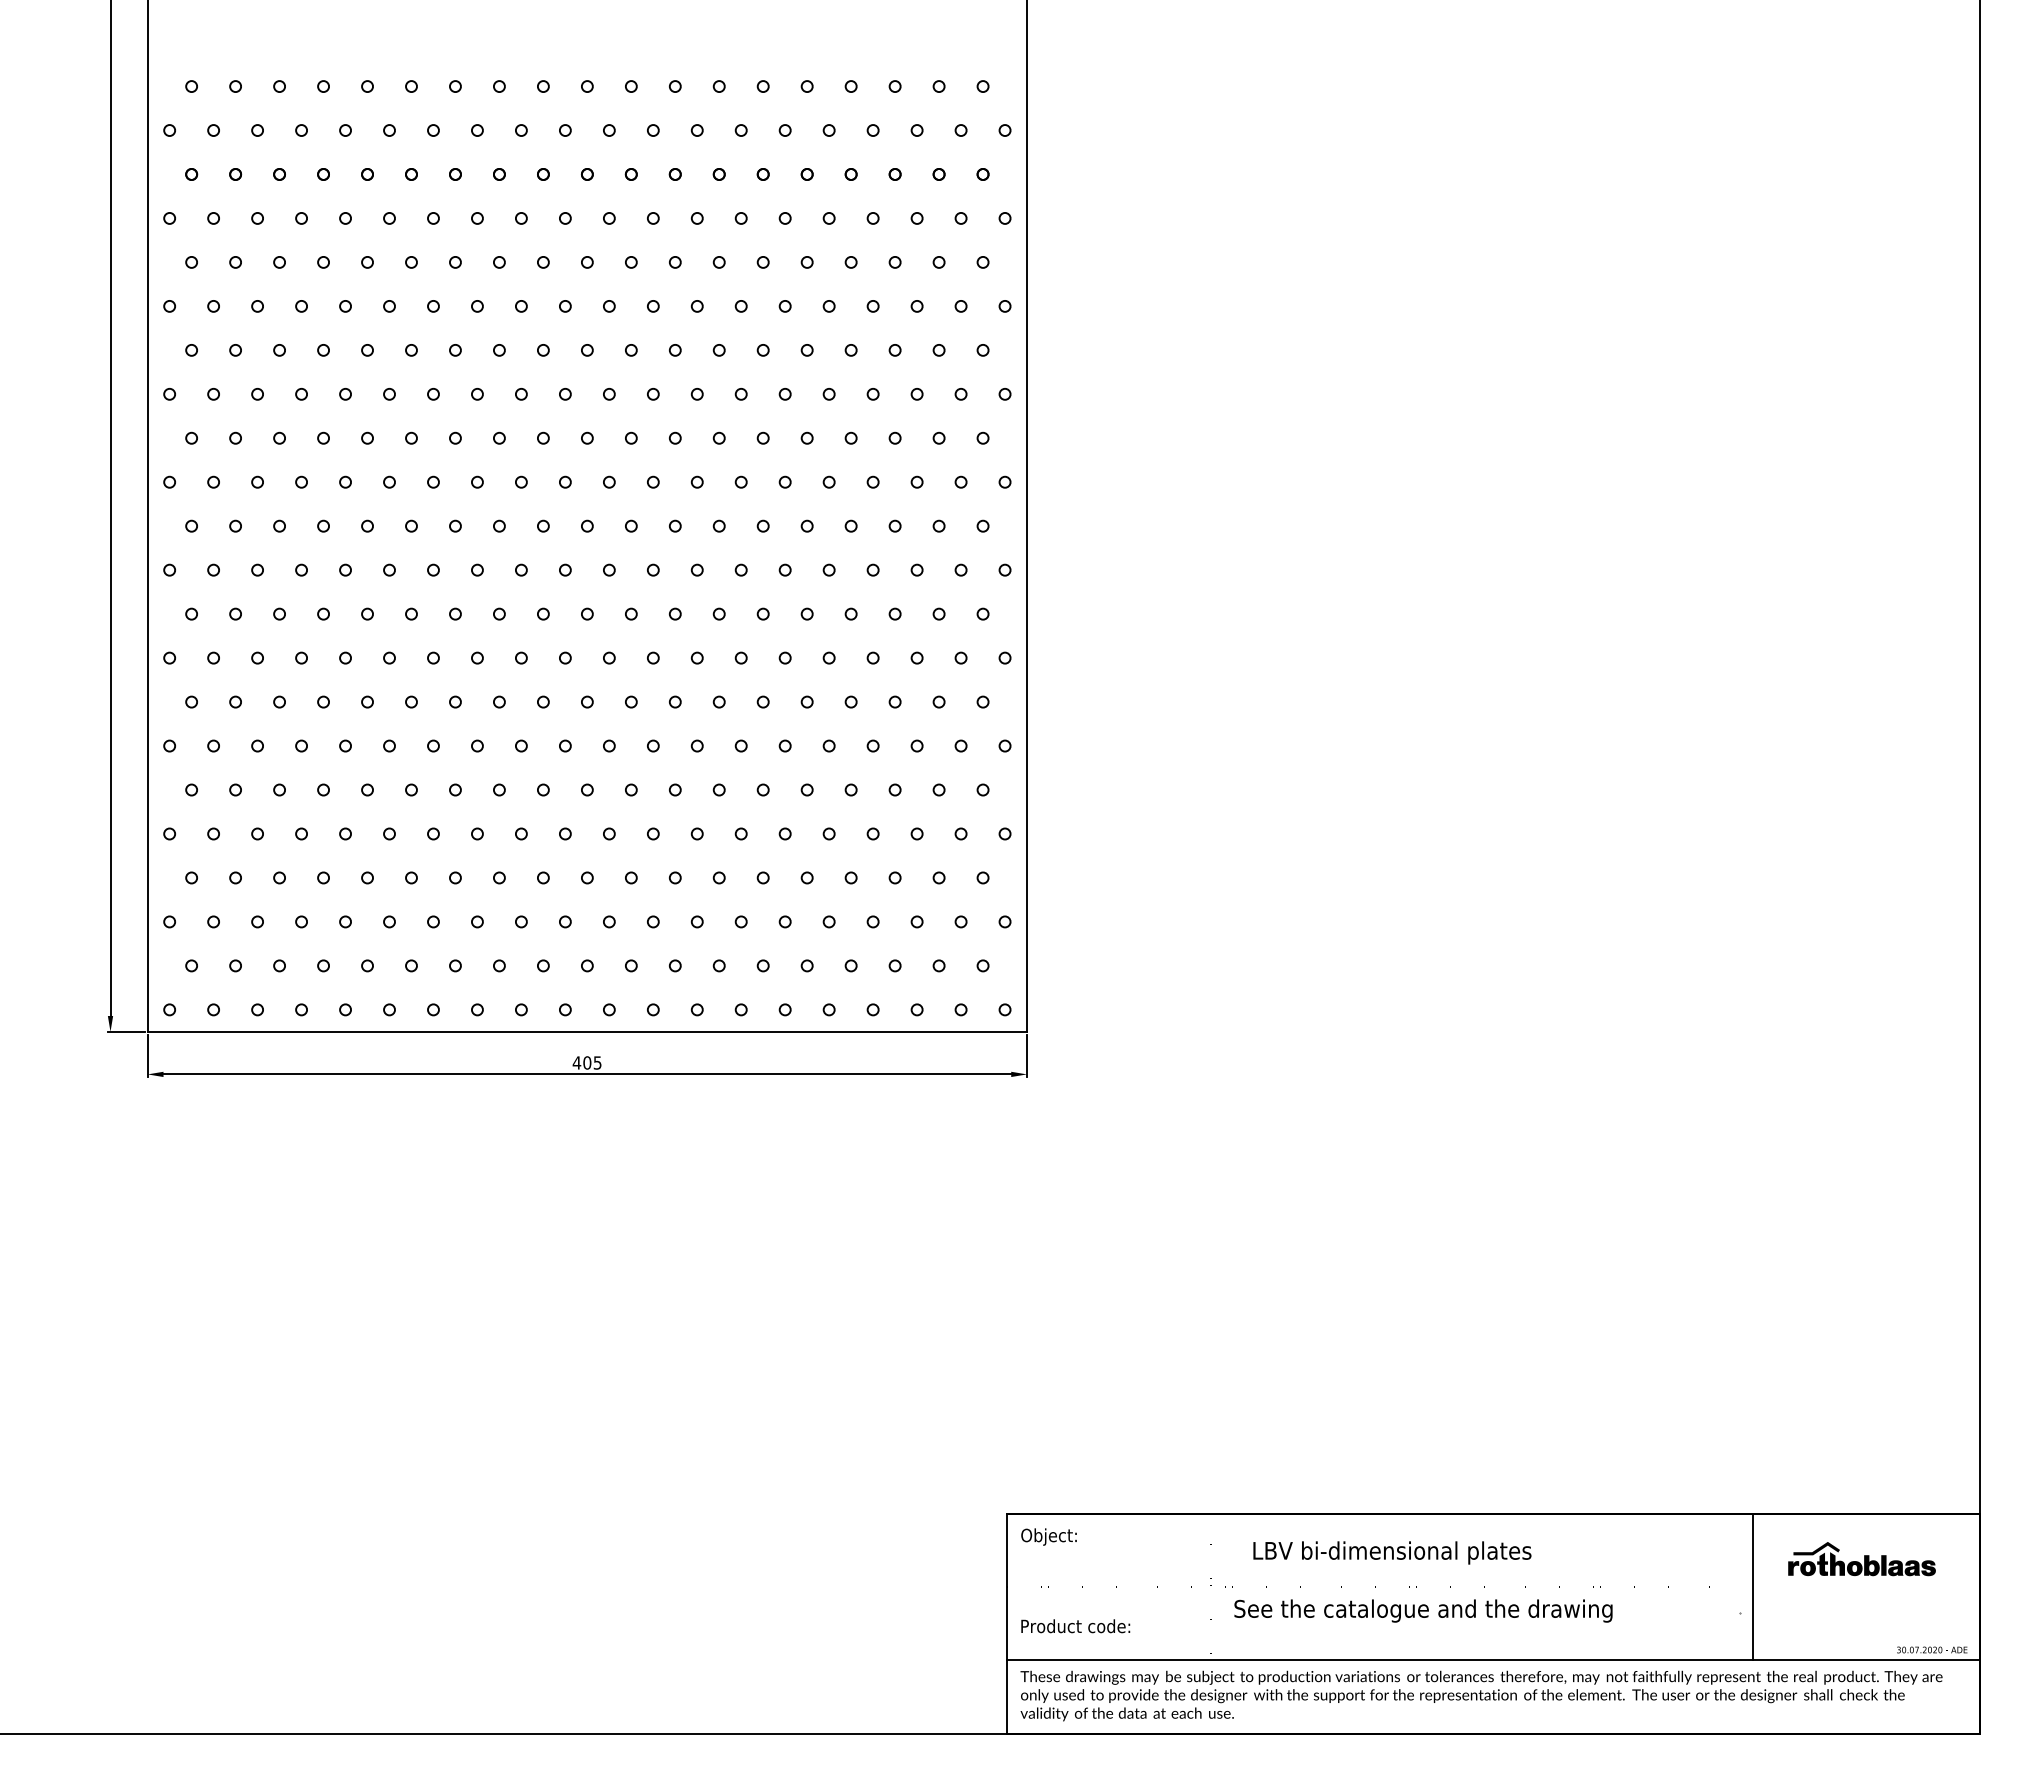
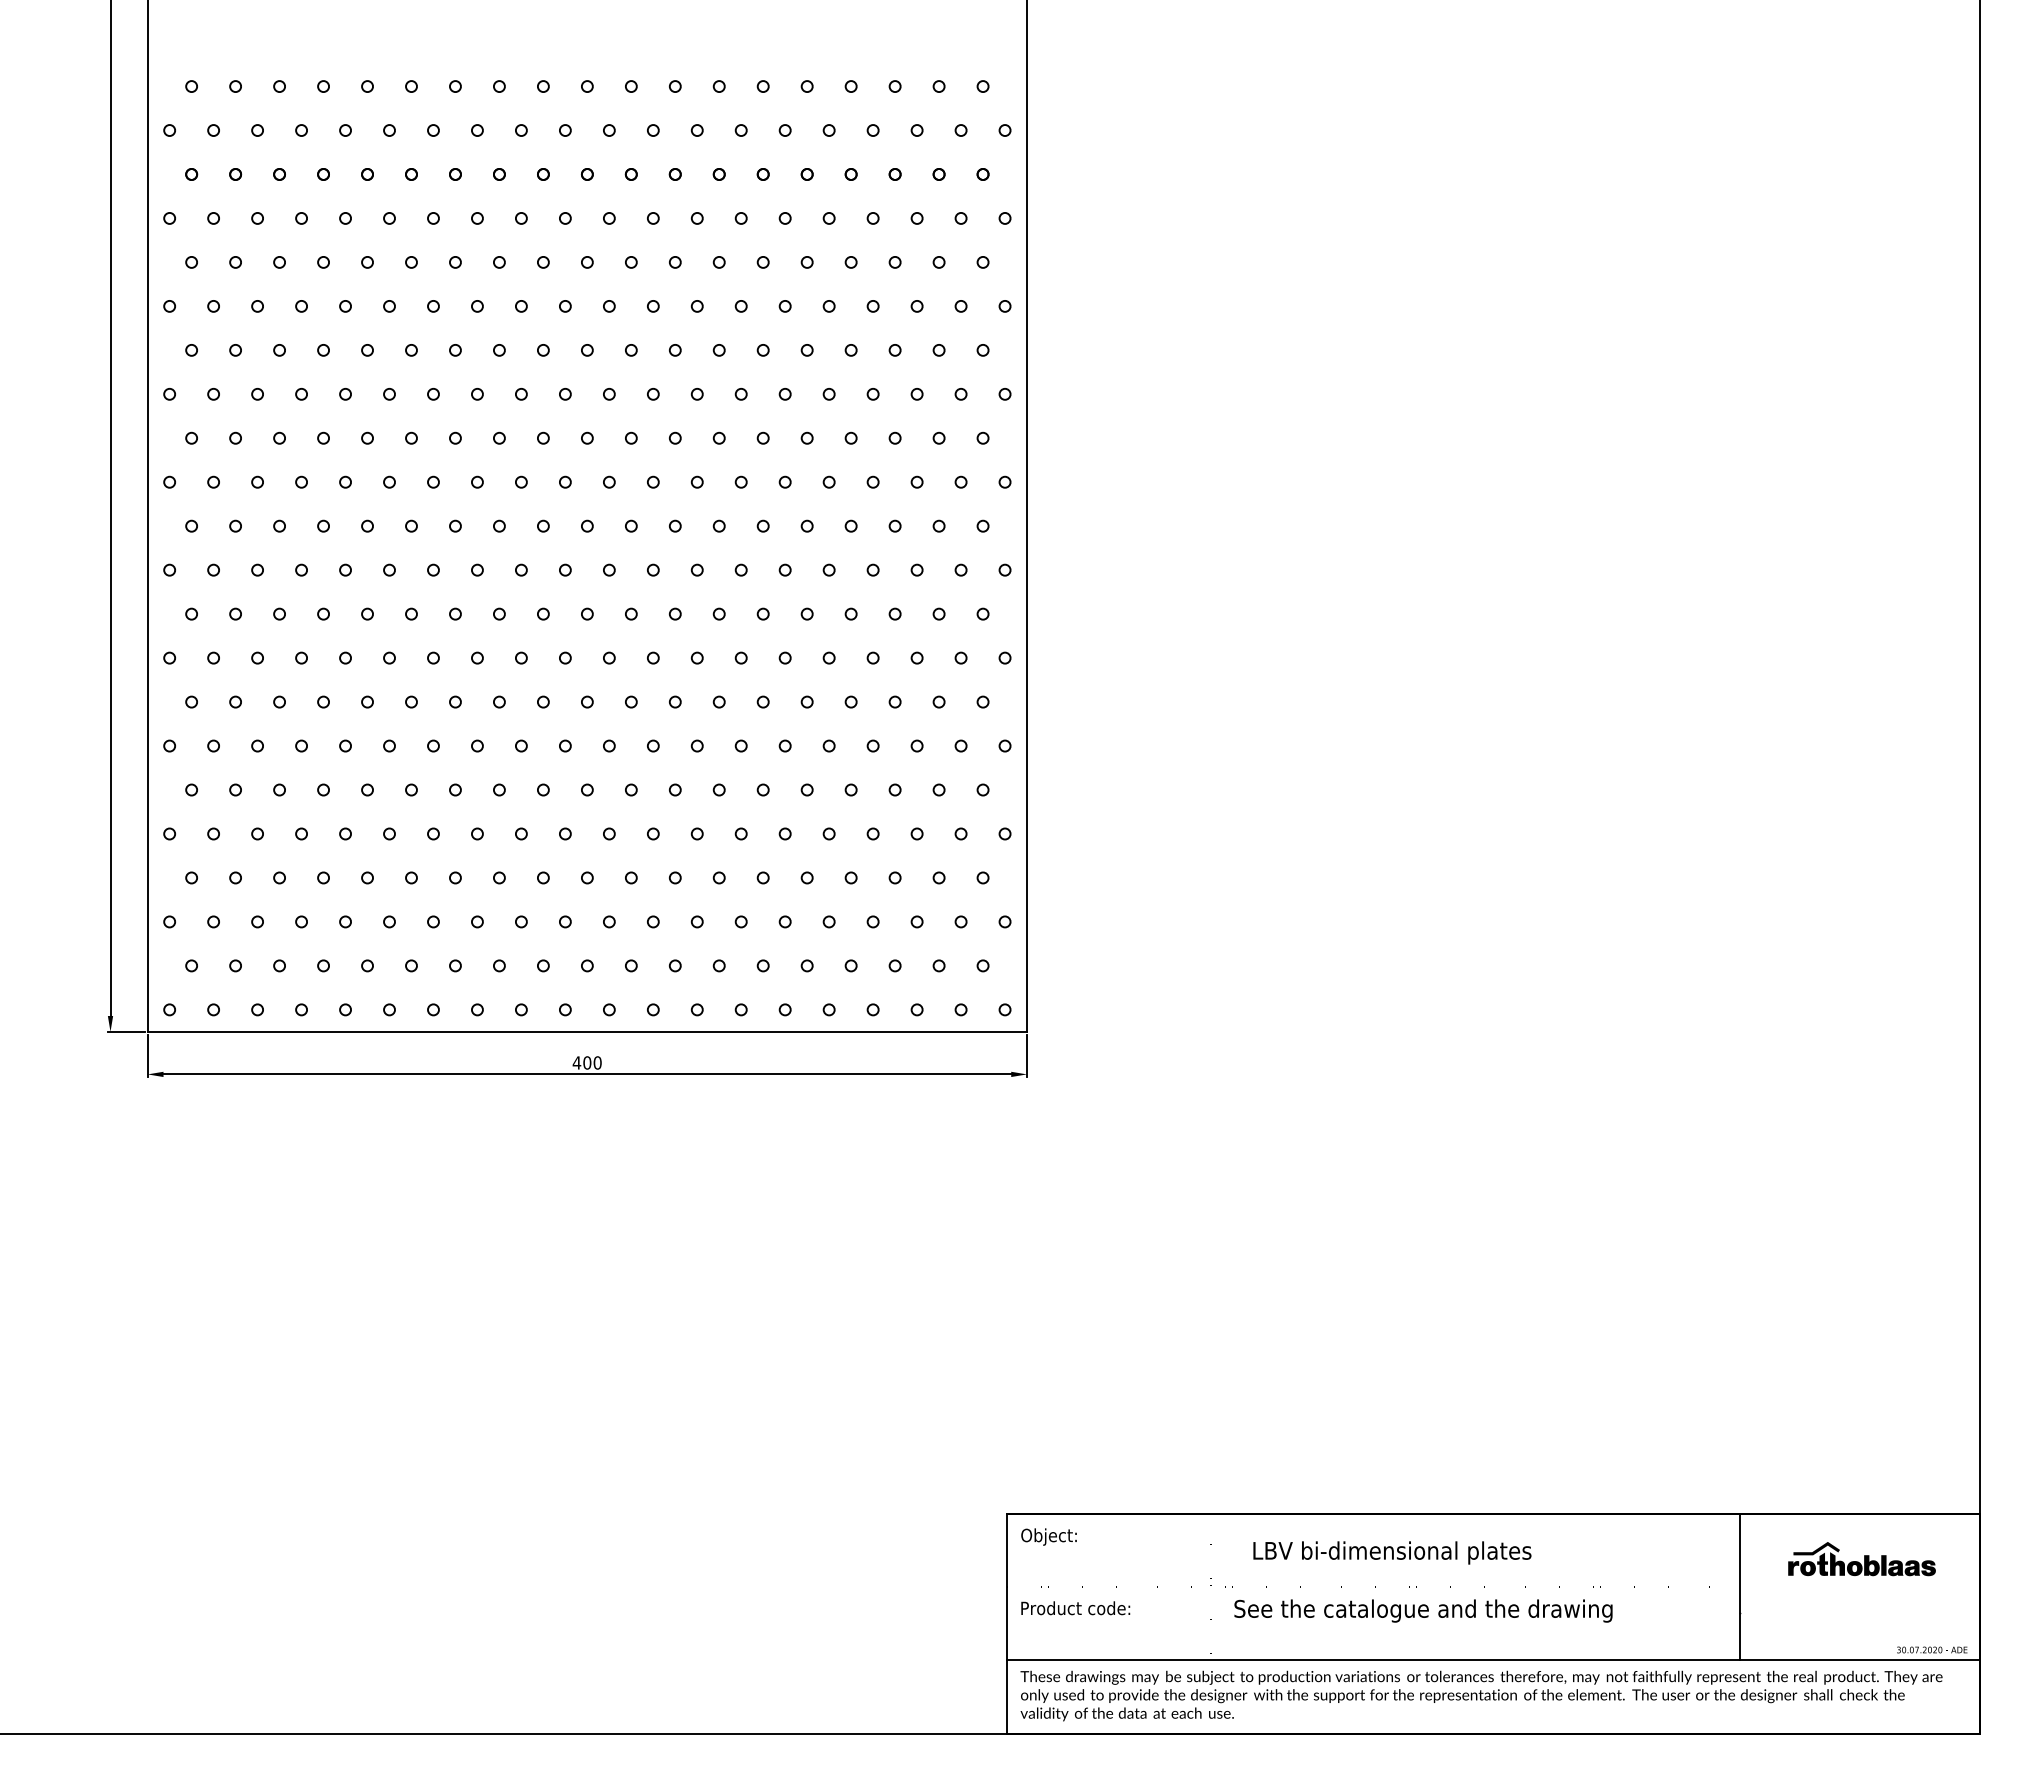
text at (597, 1062): 405 -> 400
line at (1753, 1587) position: (1753, 1587) -> (1740, 1587)
text at (1075, 1626) position: (1075, 1626) -> (1075, 1608)
